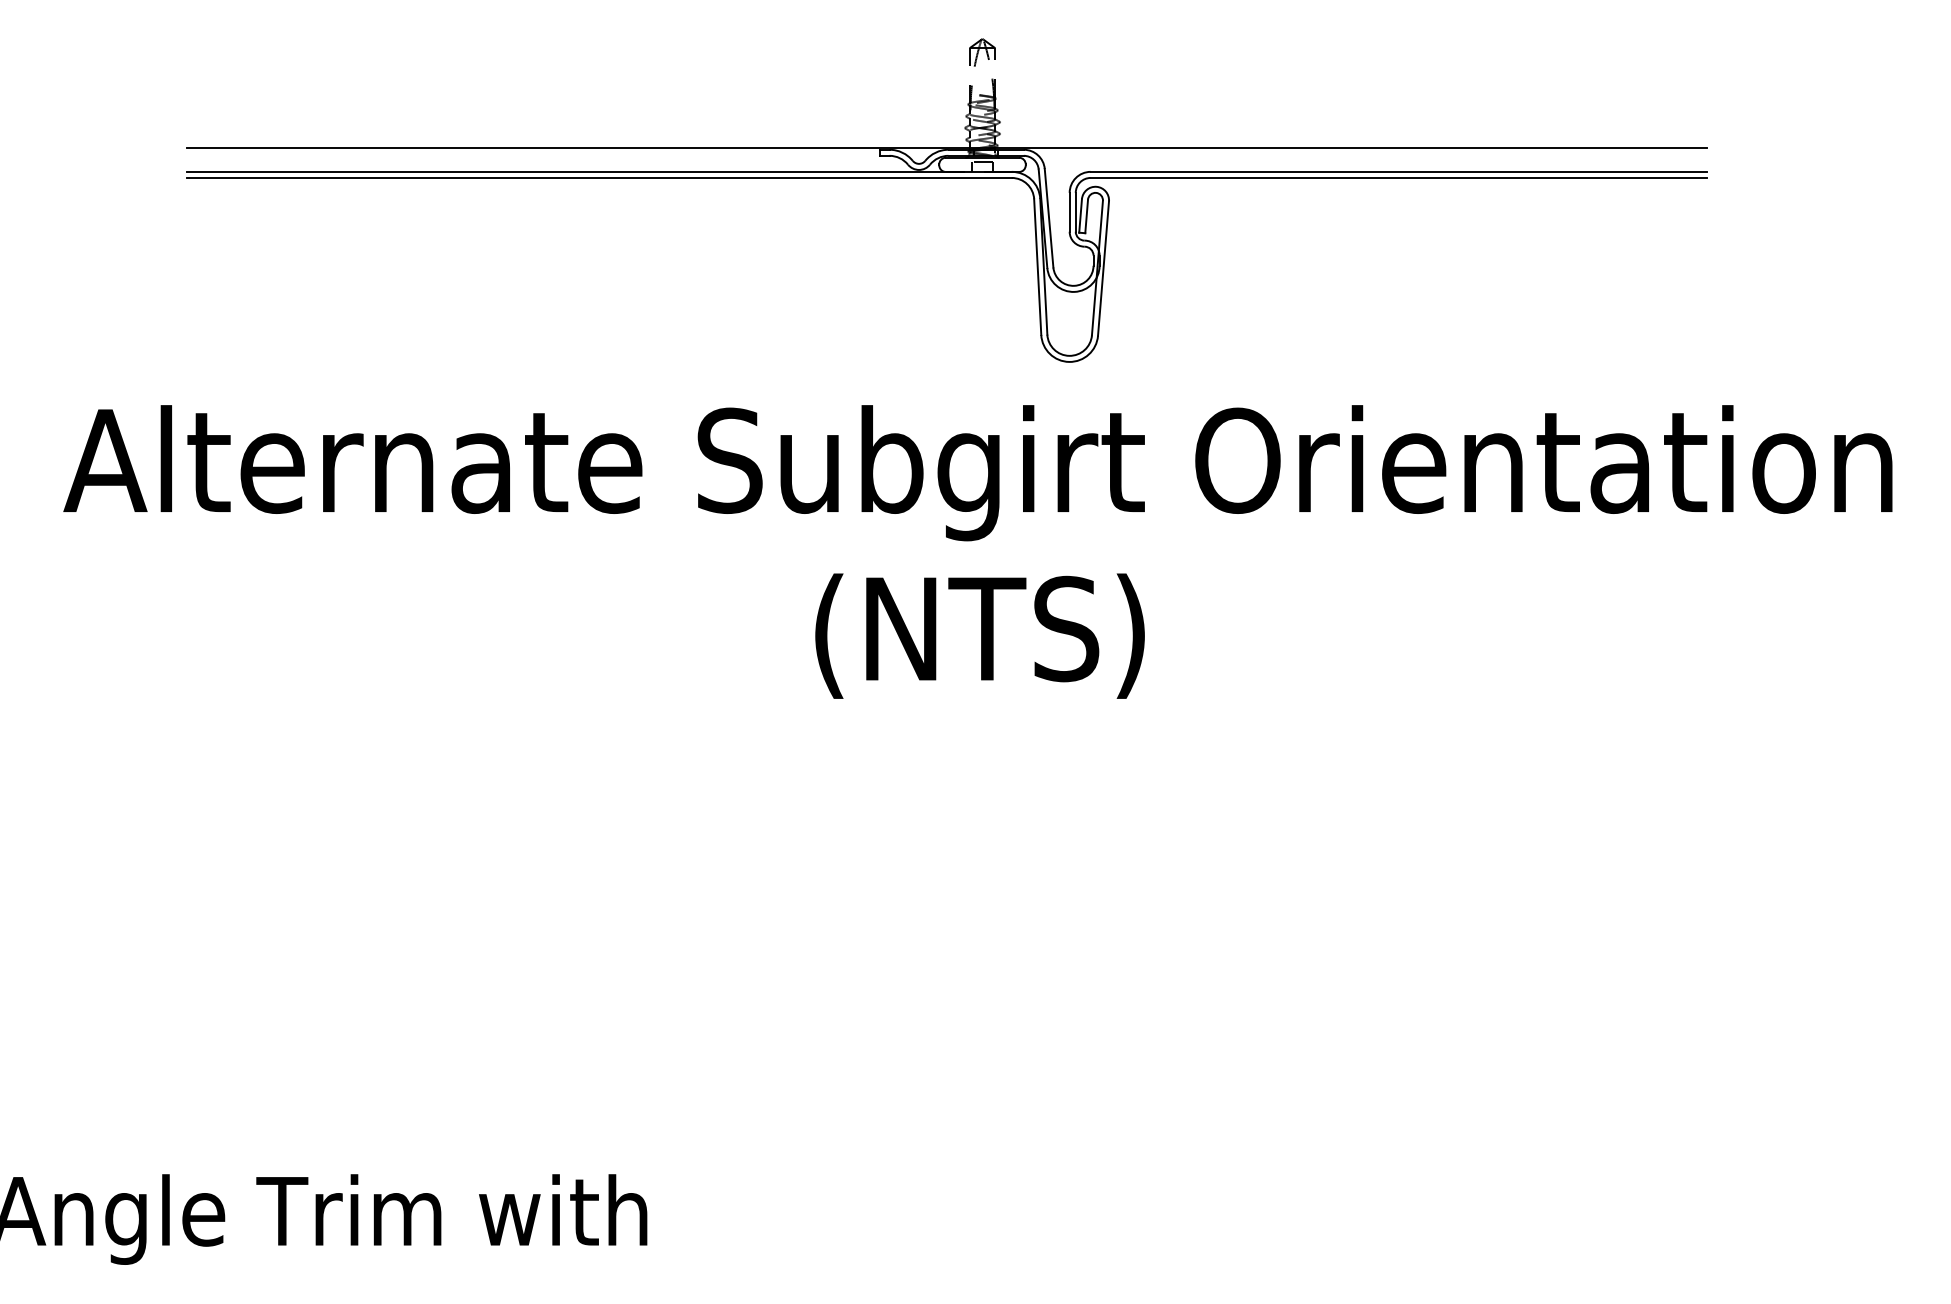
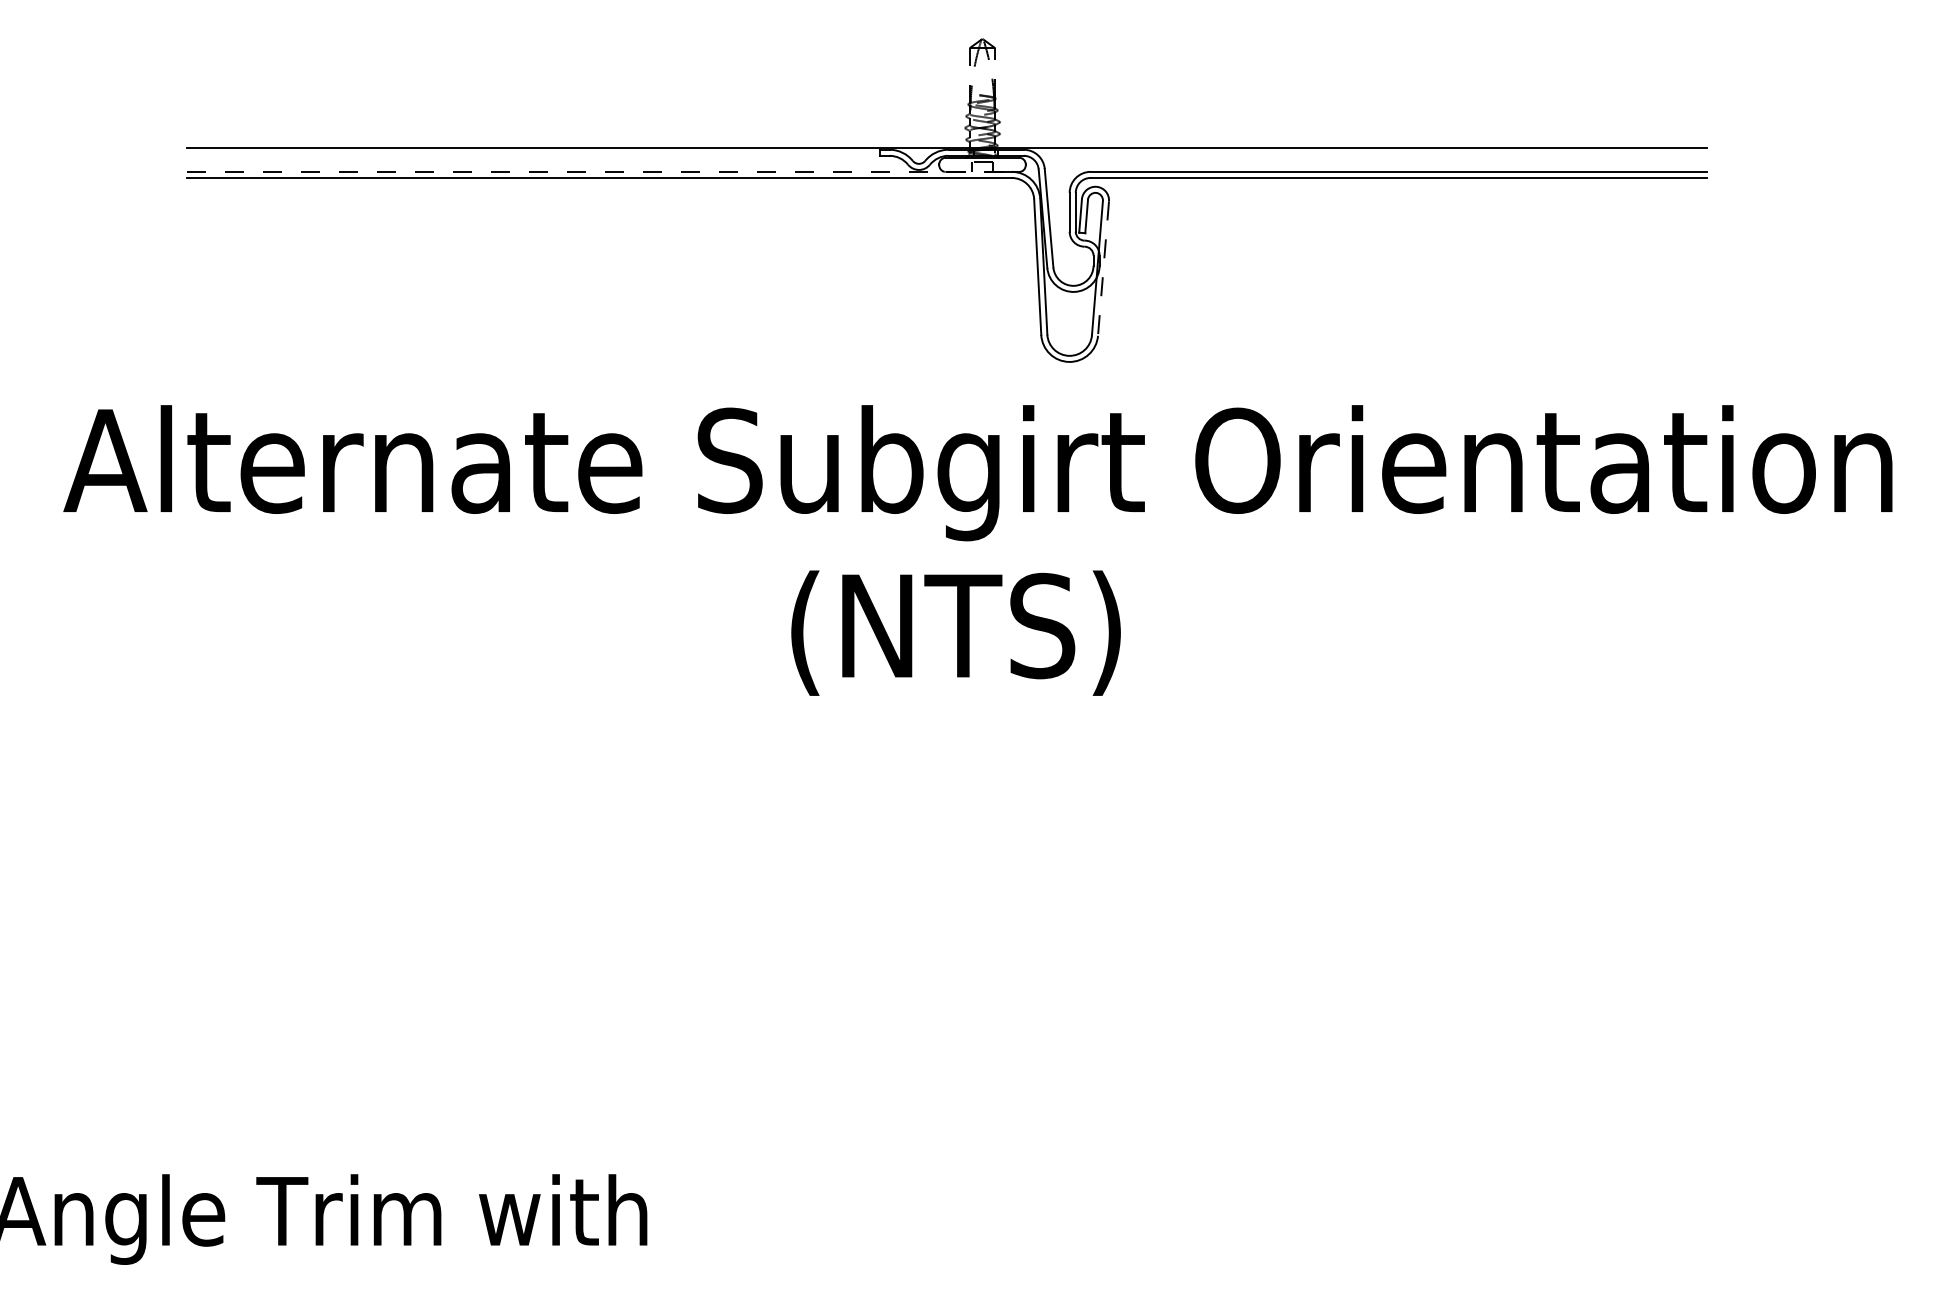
line at (599, 171): solid -> dashed
line at (1103, 269): solid -> dashed
text at (979, 635) position: (979, 635) -> (955, 632)
